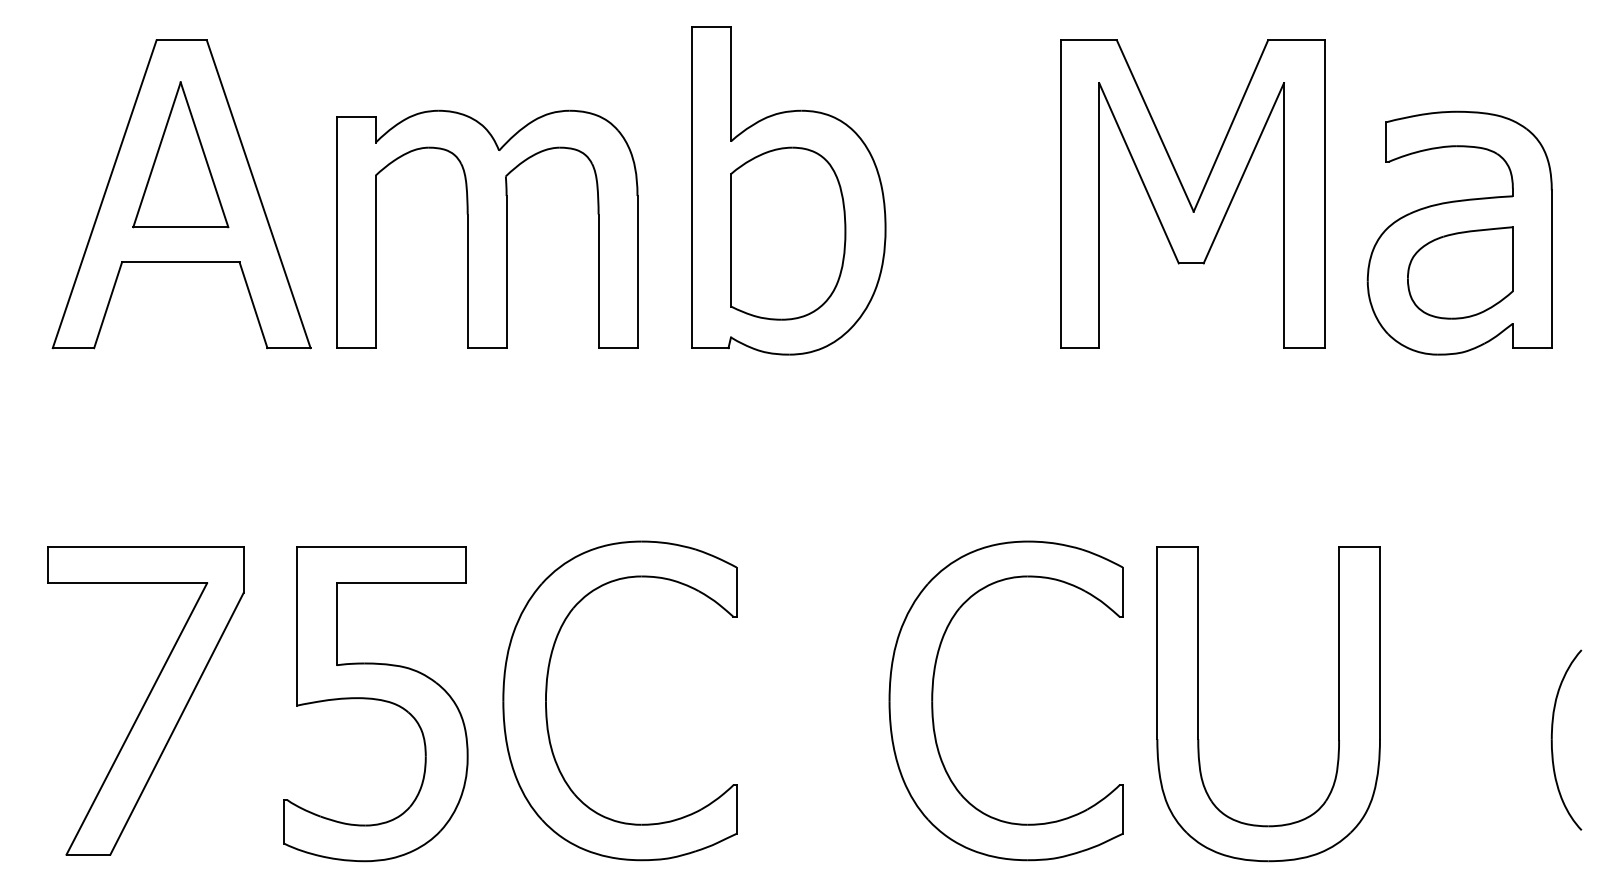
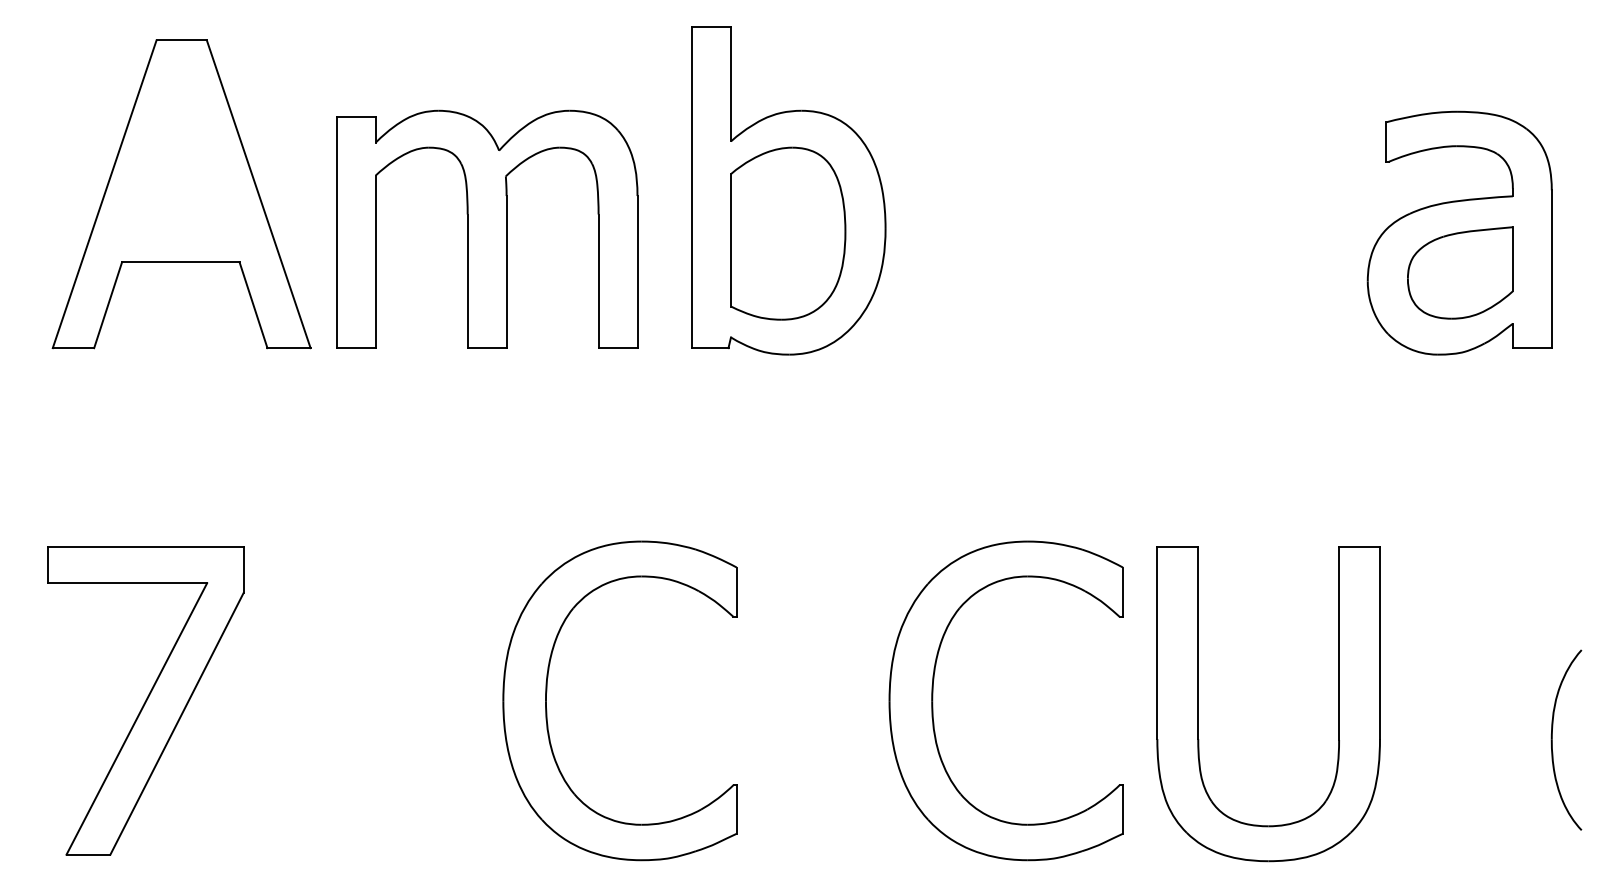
part at (180, 154): present -> none
part at (1192, 193): present -> none
part at (375, 704): present -> none
